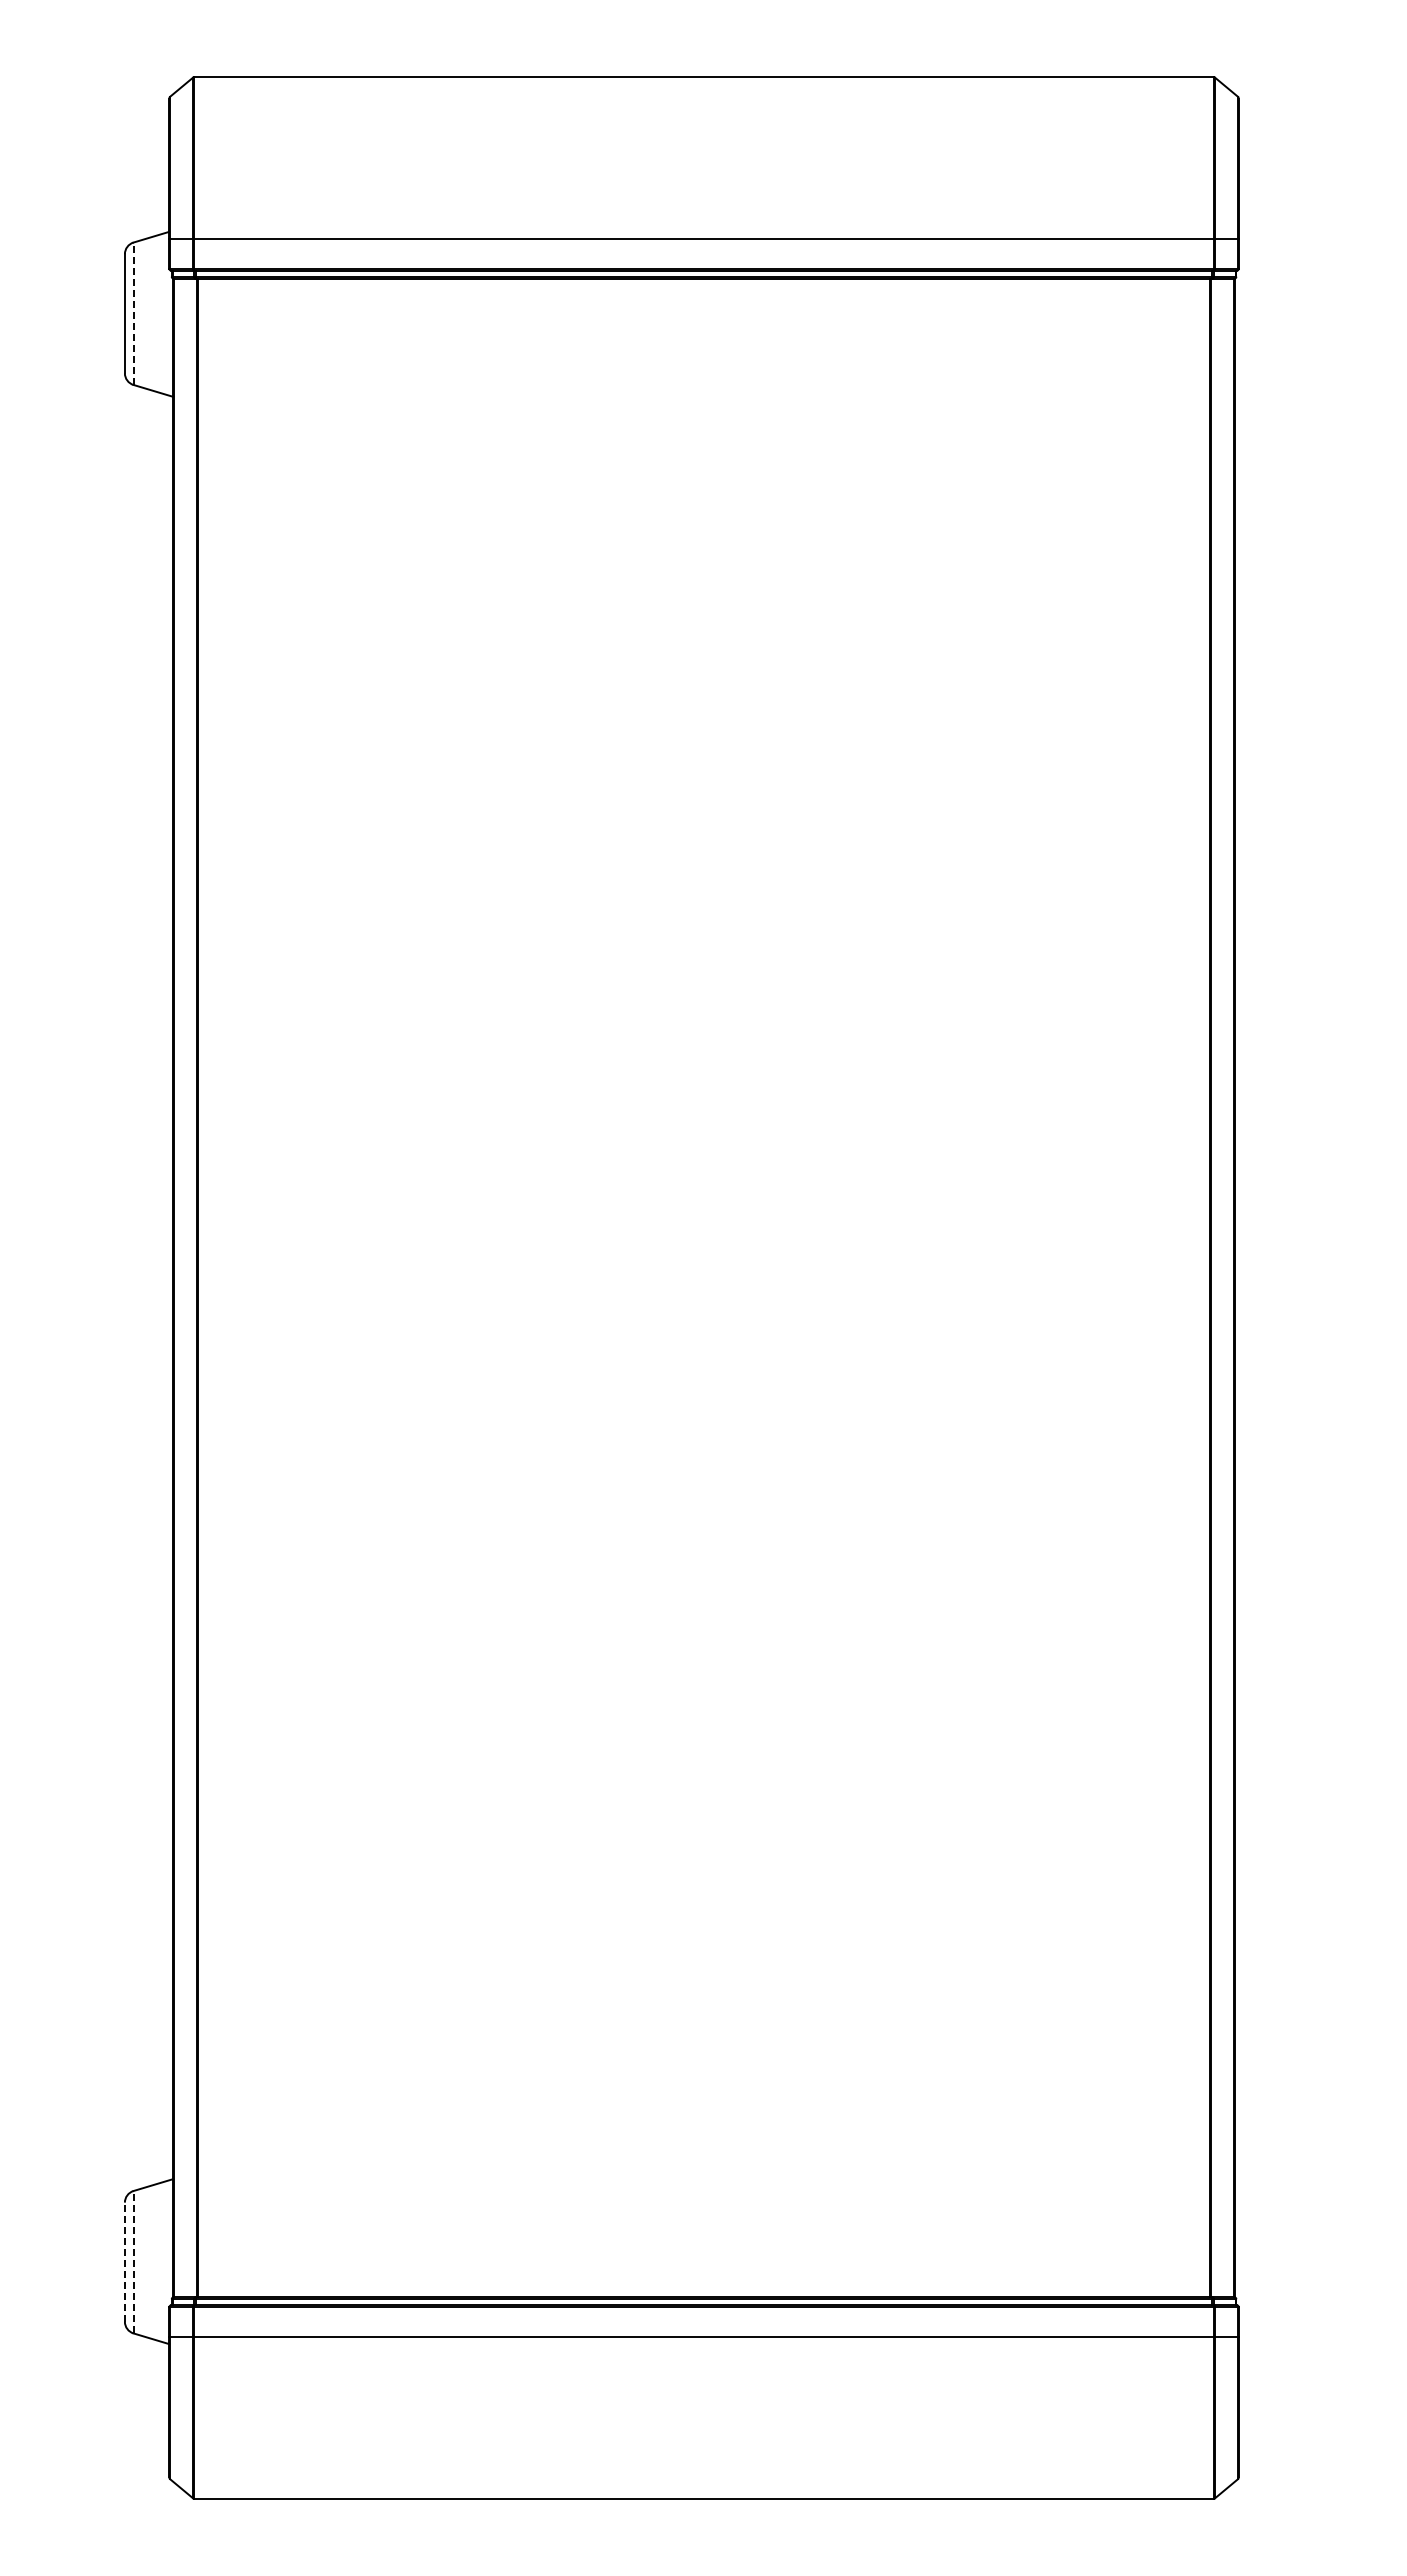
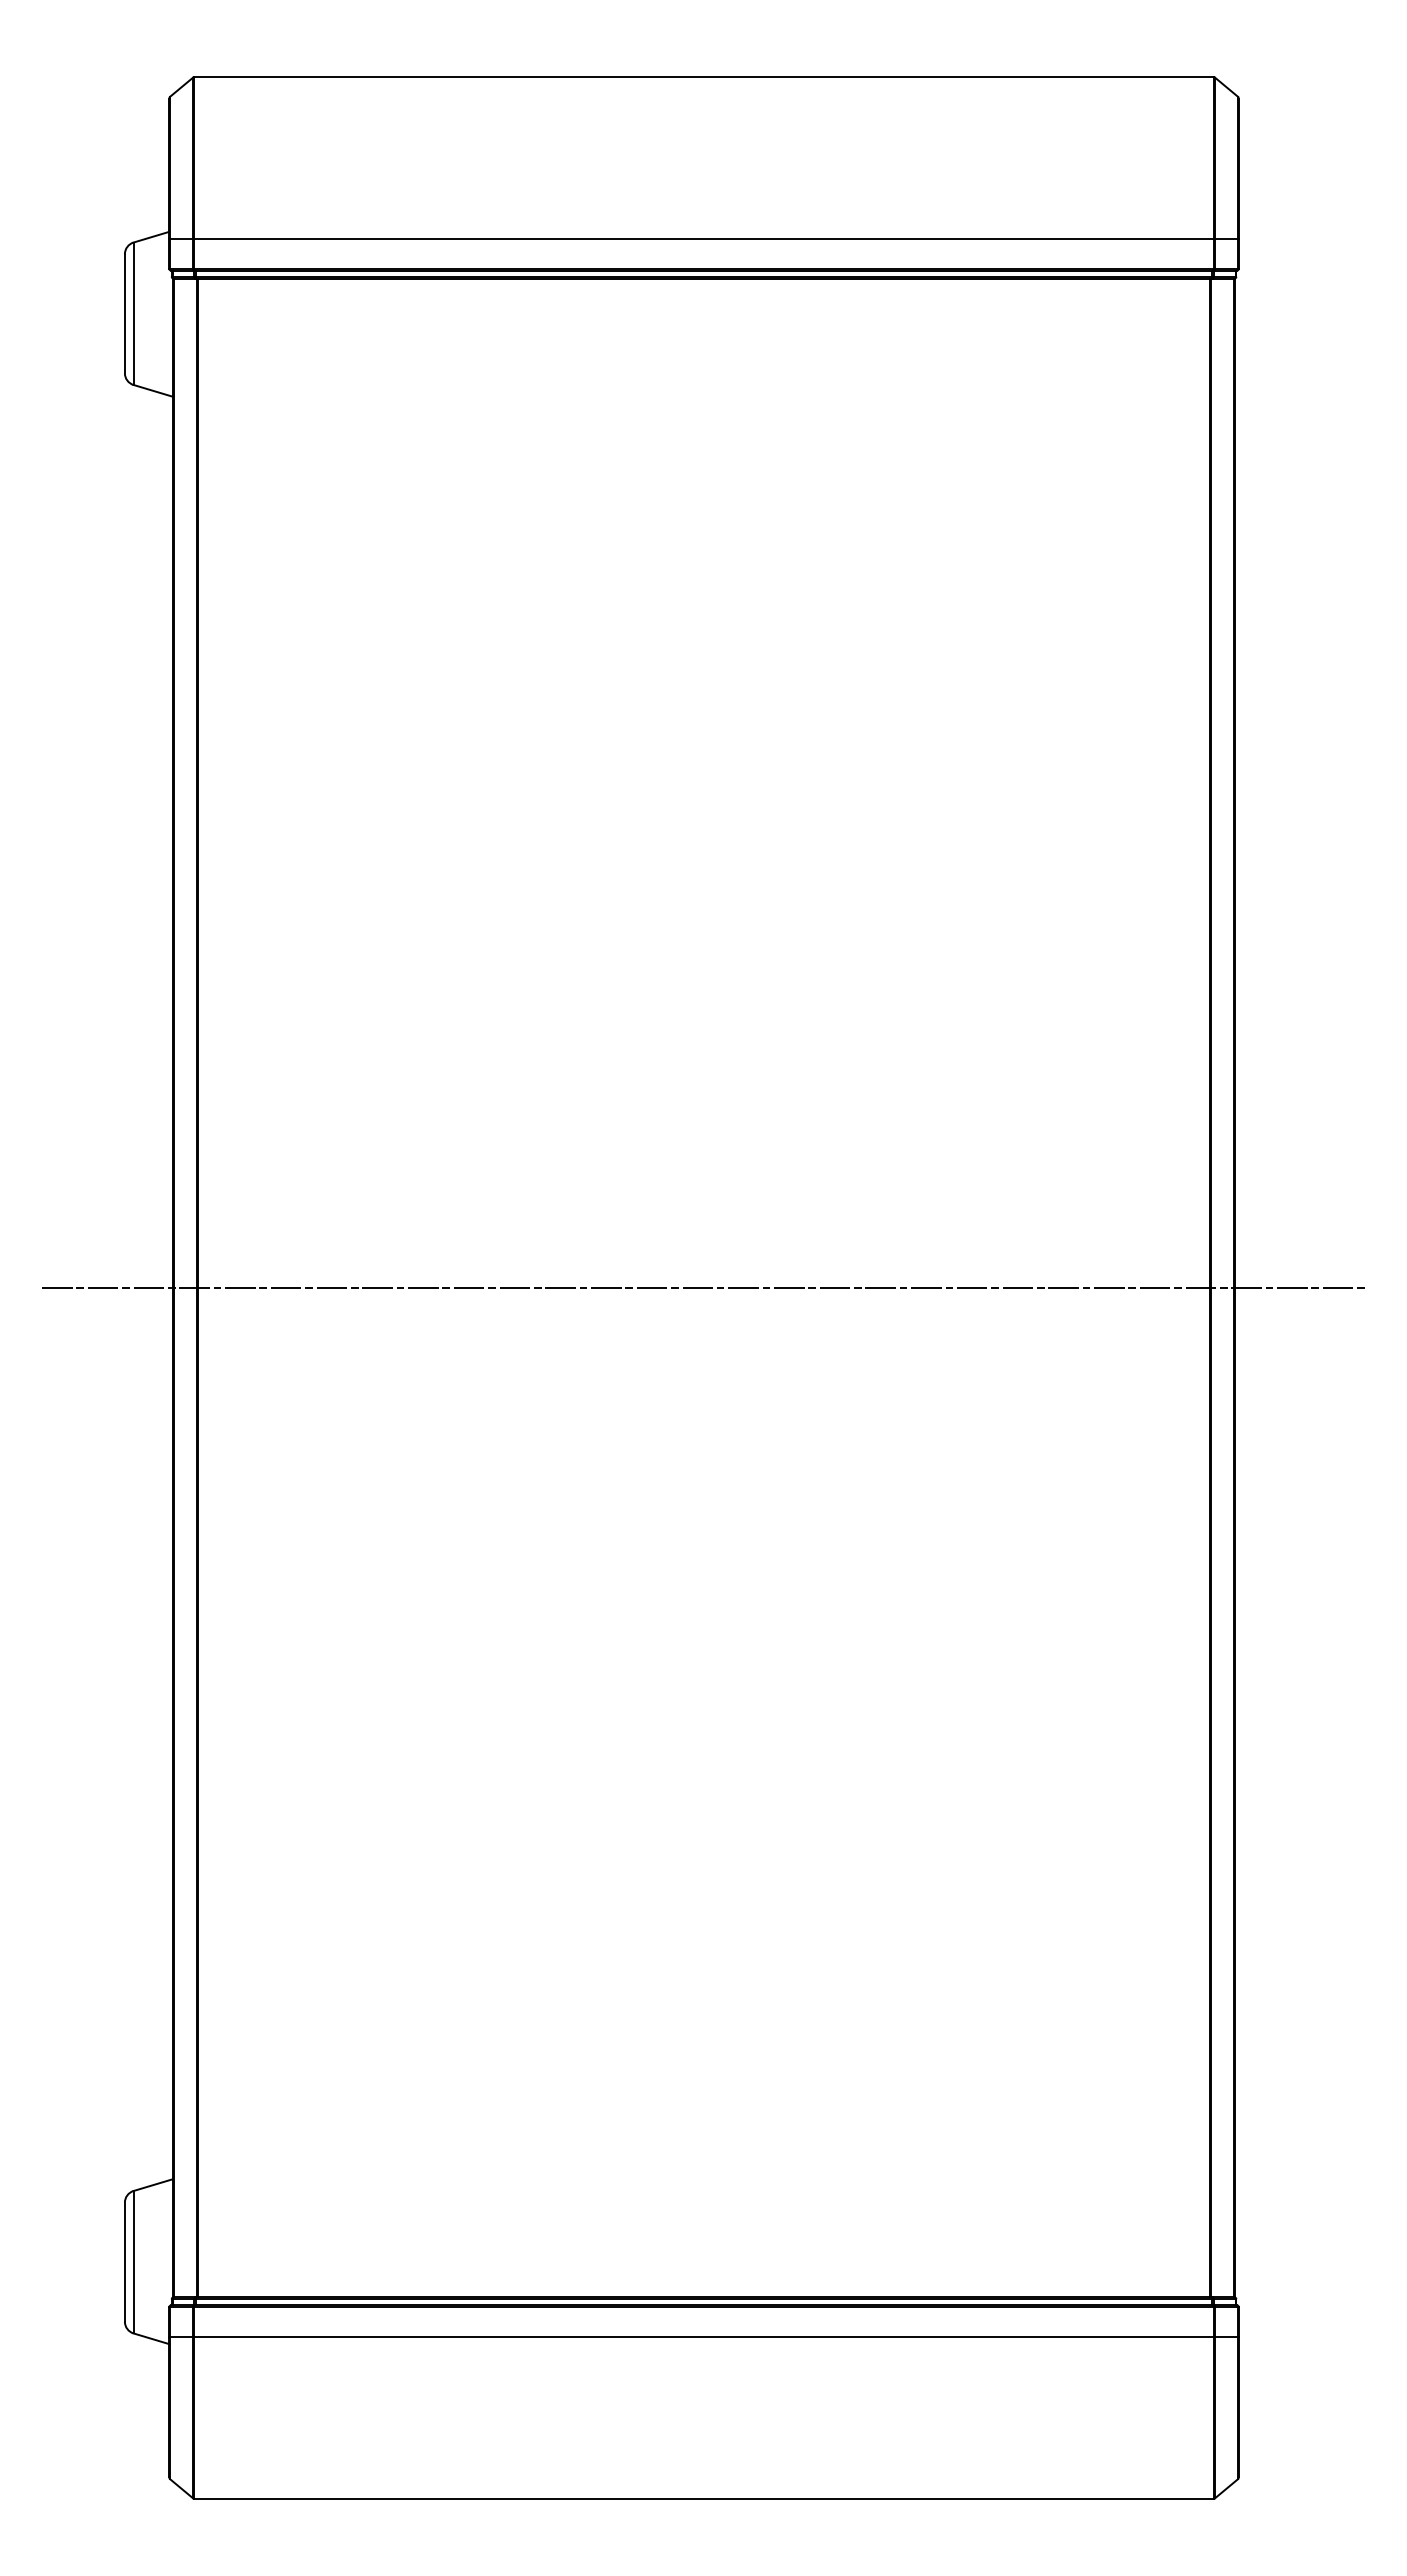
line at (133, 313): dashed -> solid
line at (703, 1288): none -> present
line at (133, 2261): dashed -> solid
line at (124, 2262): dashed -> solid
